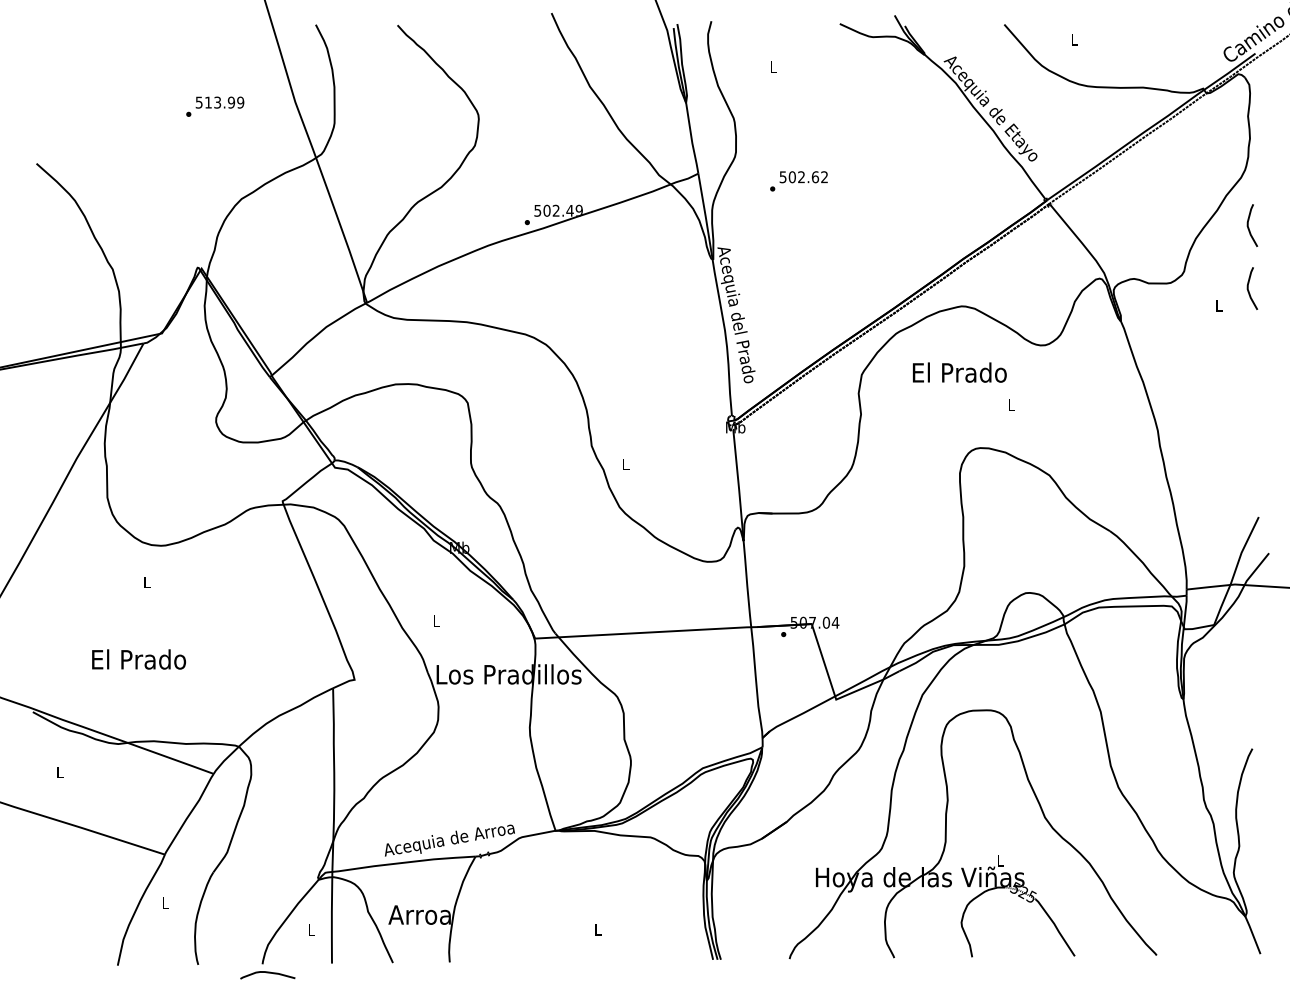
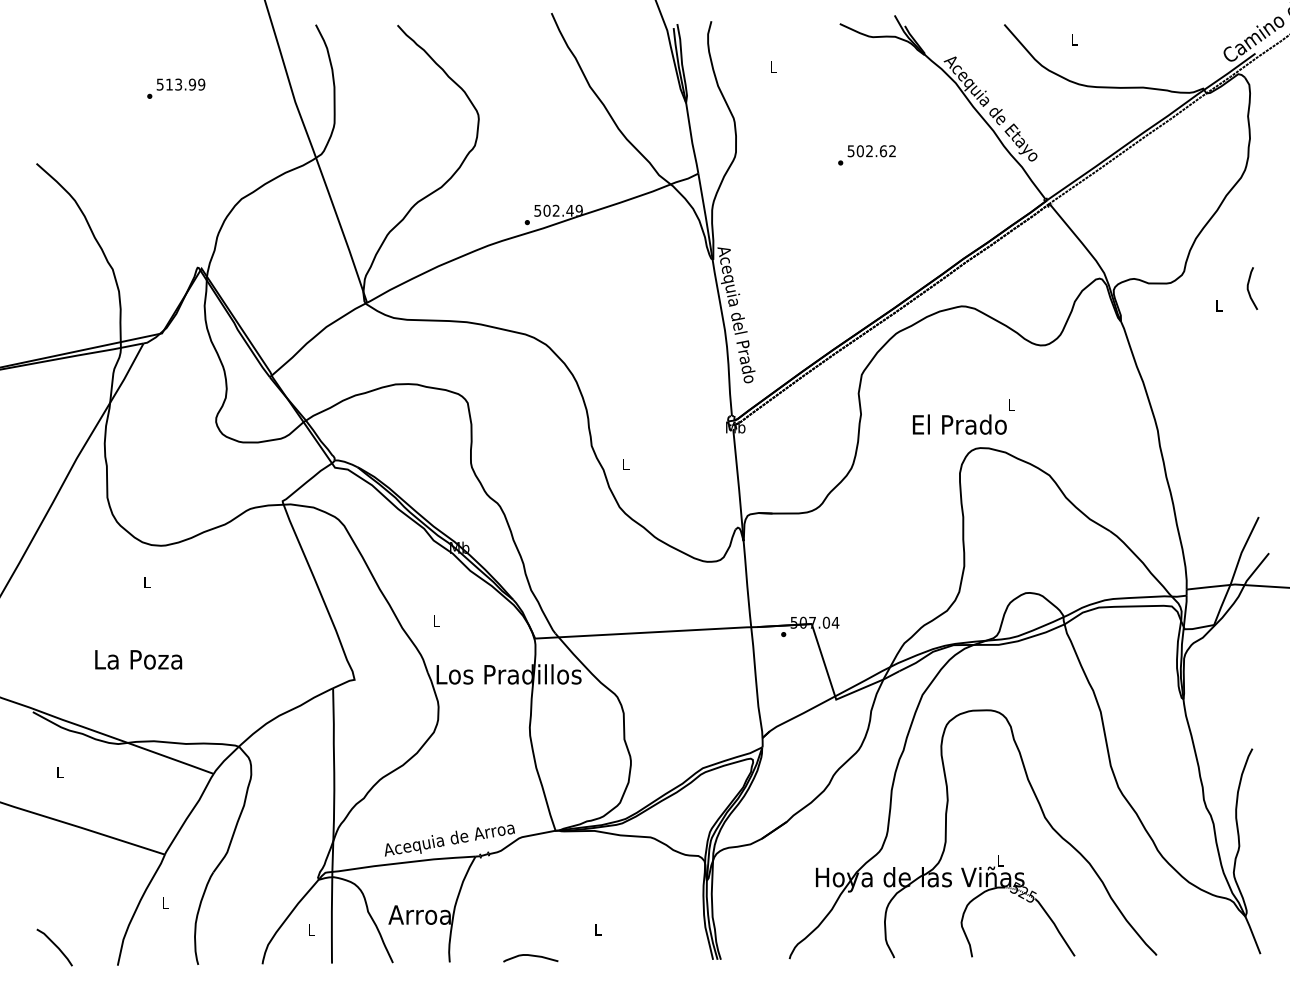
text at (215, 106) position: (215, 106) -> (176, 88)
text at (798, 181) position: (798, 181) -> (866, 155)
curve at (1249, 227): present -> none
text at (959, 372) position: (959, 372) -> (959, 424)
text at (139, 659): El Prado -> La Poza
line at (55, 946): none -> present
curve at (267, 973) position: (267, 973) -> (530, 956)
